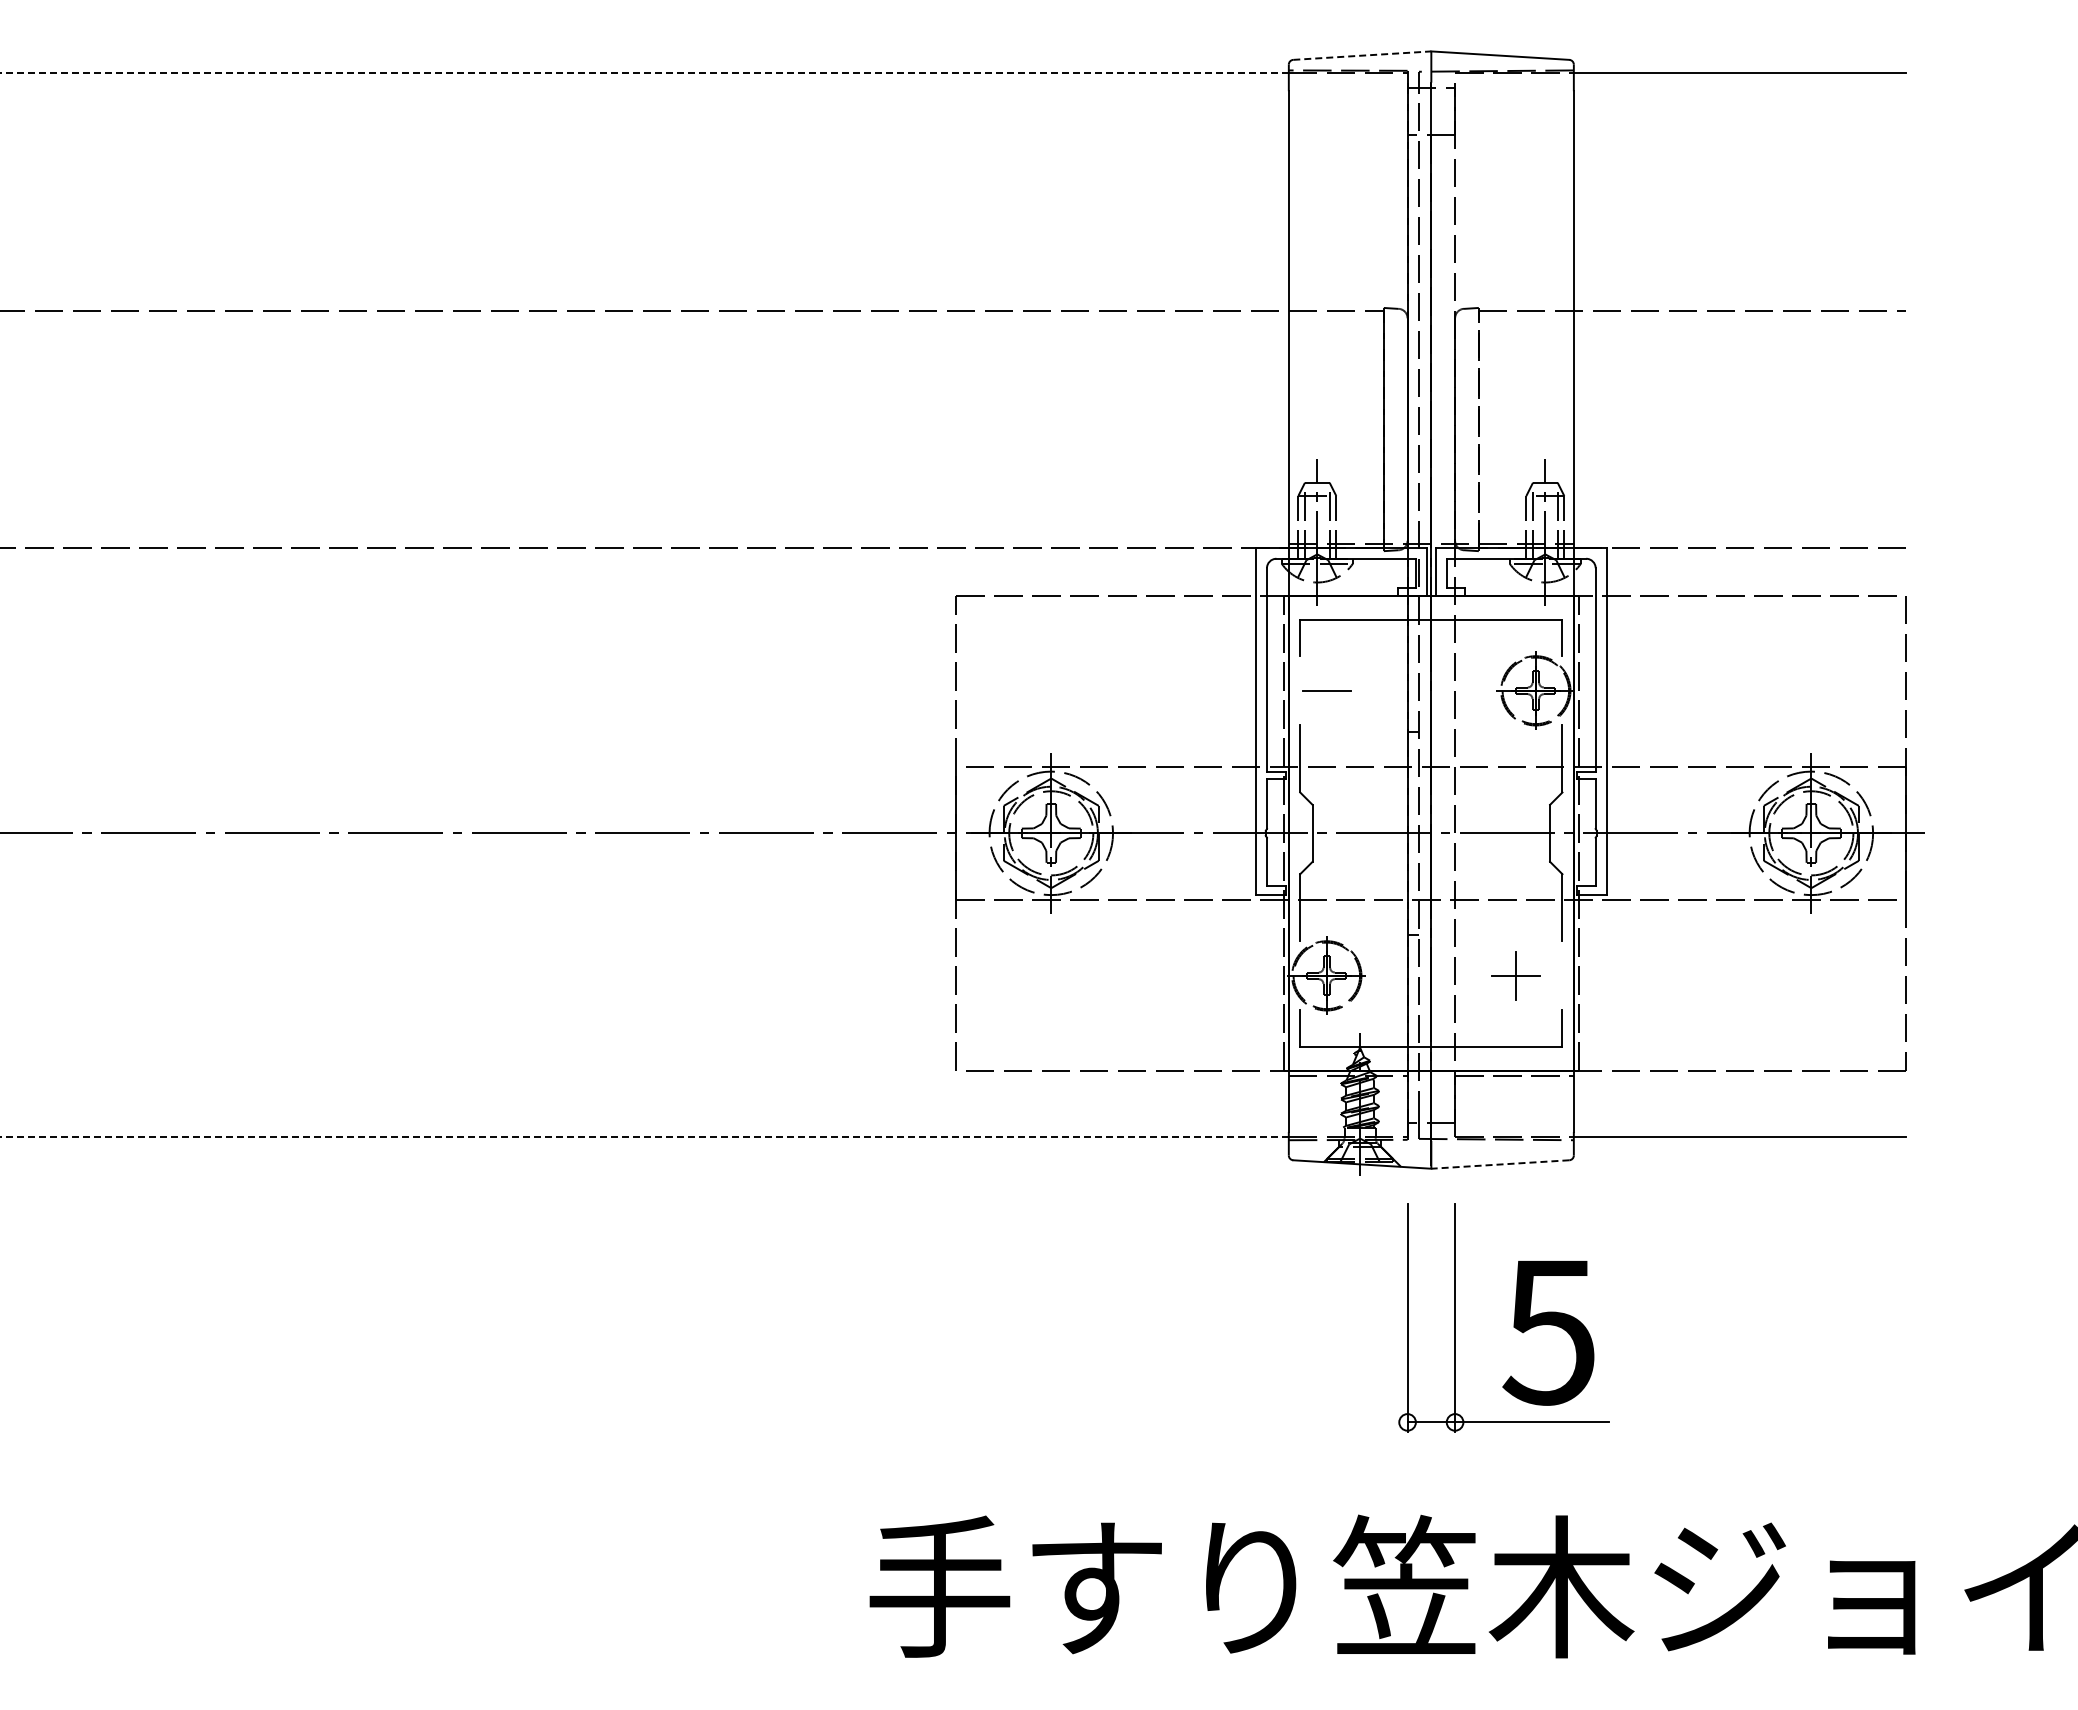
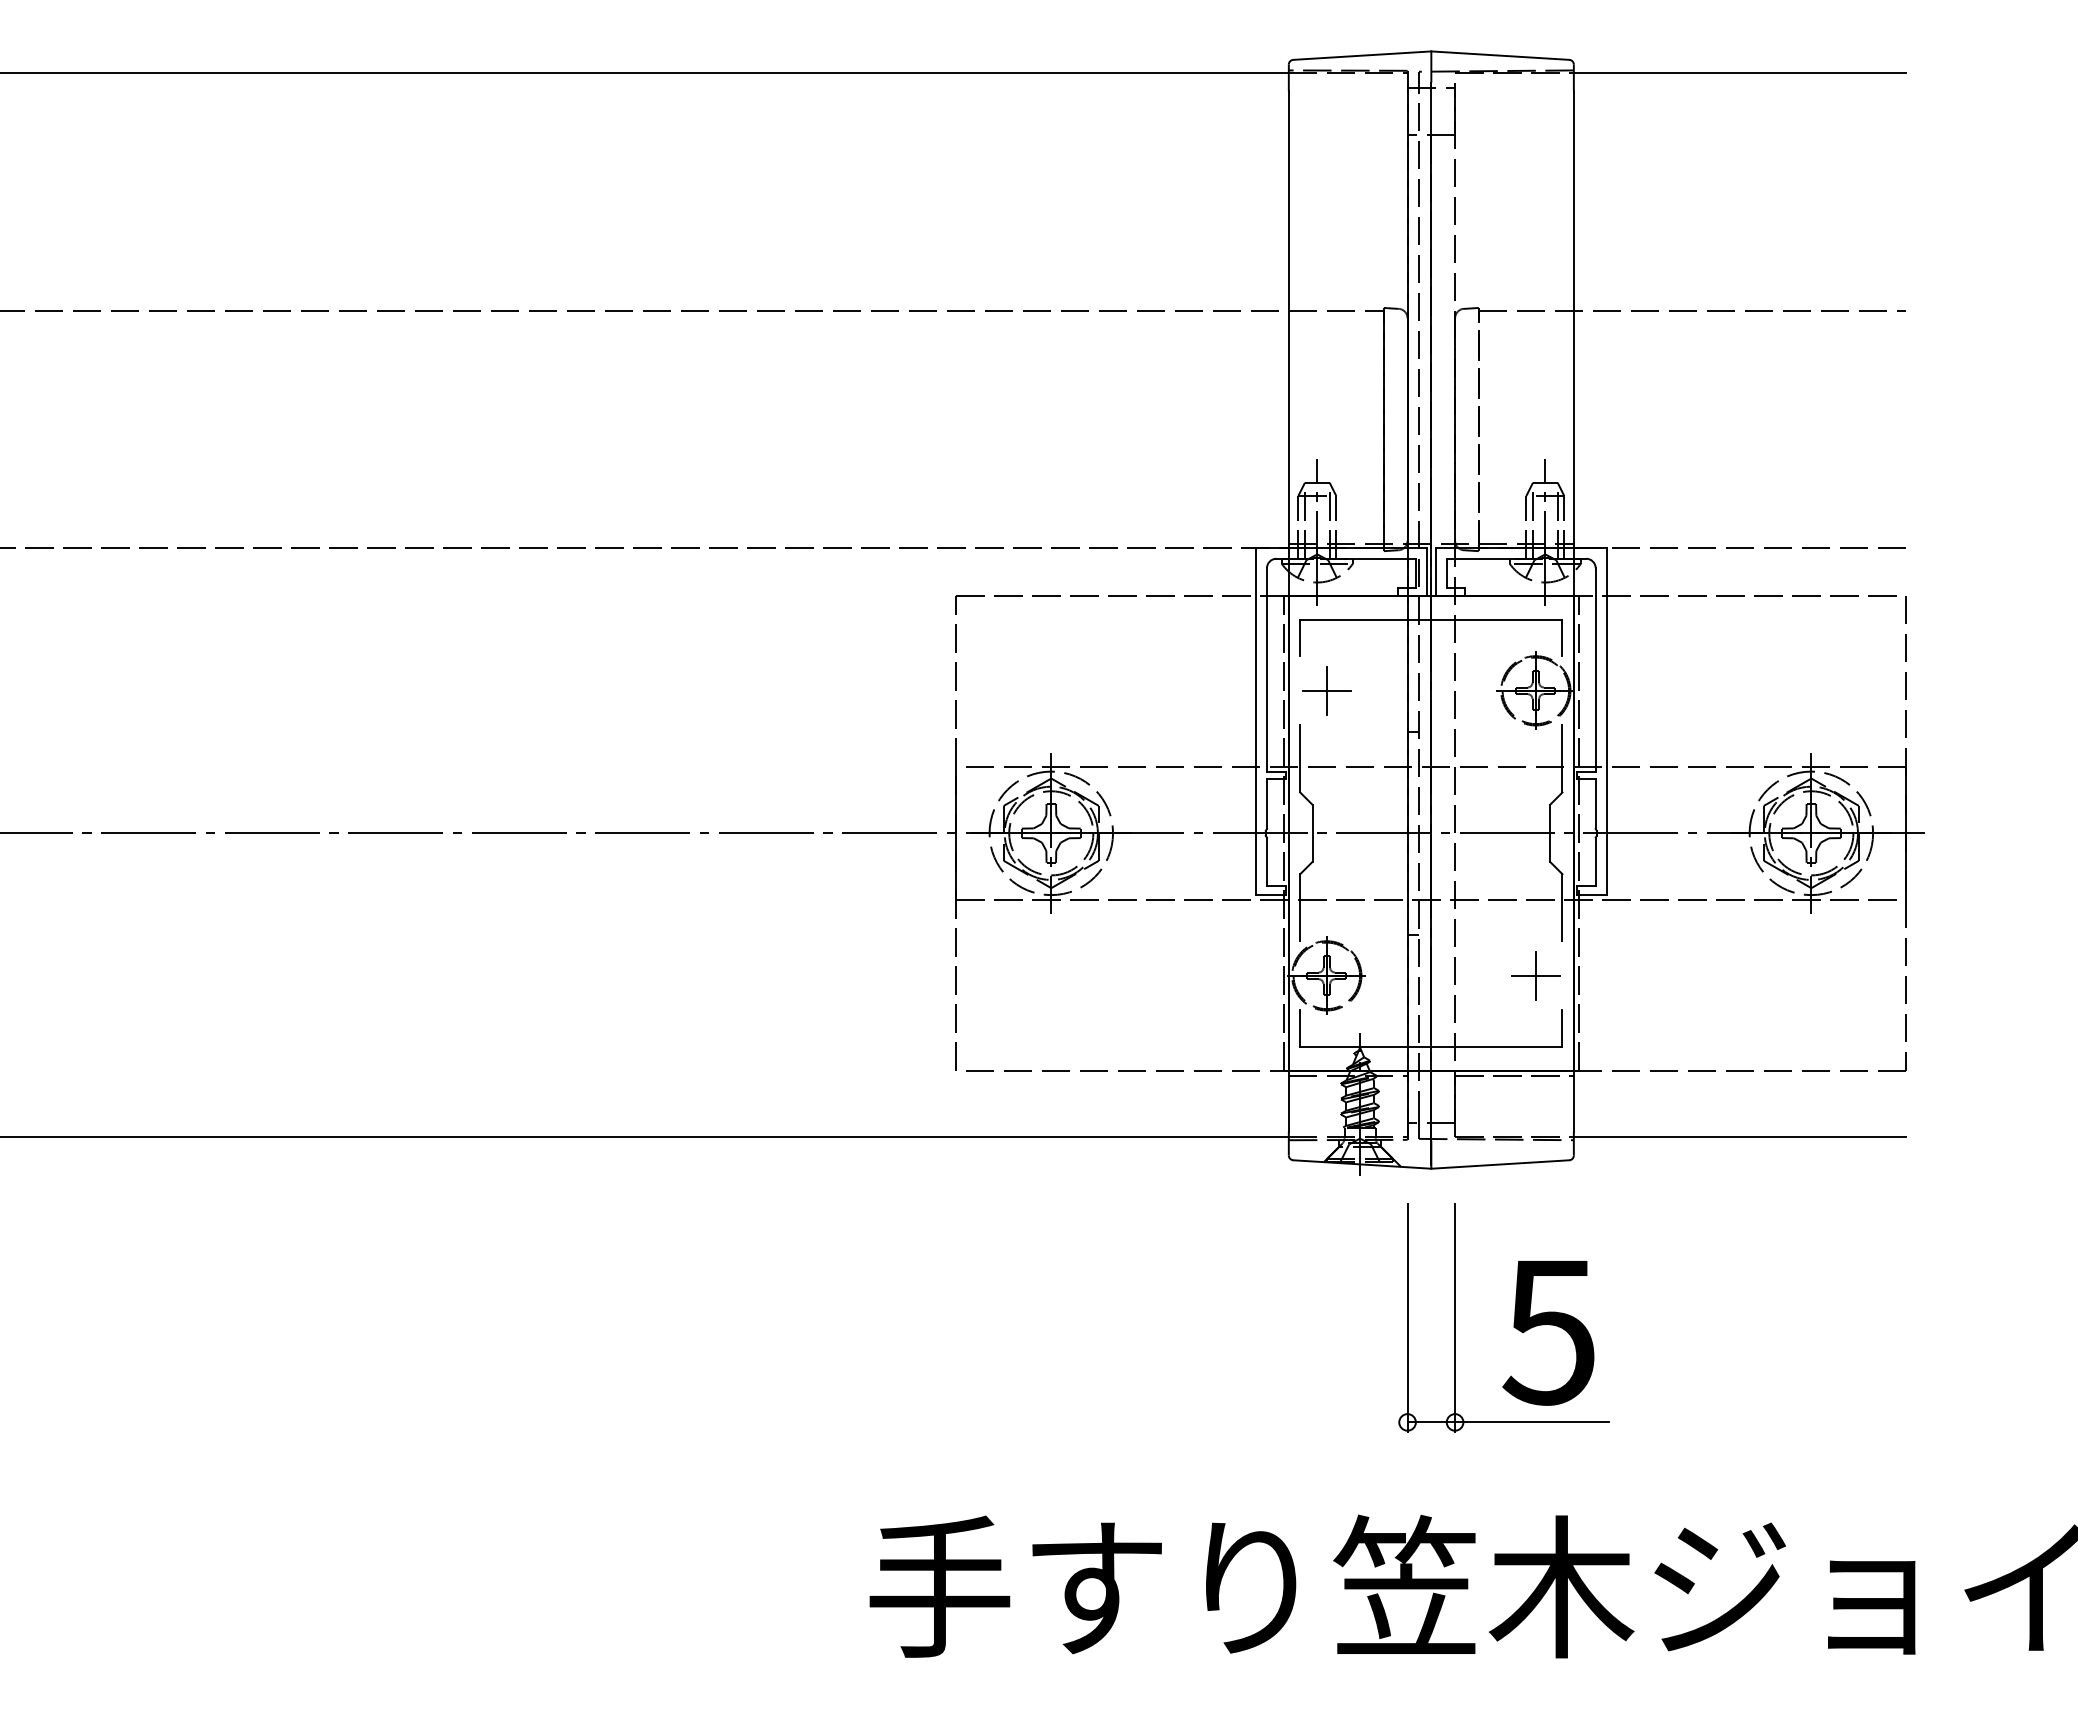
line at (1362, 55): dashed -> solid
line at (644, 73): dashed -> solid
line at (1326, 690): none -> present
part at (1515, 975) position: (1515, 975) -> (1535, 975)
line at (644, 1137): dashed -> solid
line at (1499, 1164): dashed -> solid
